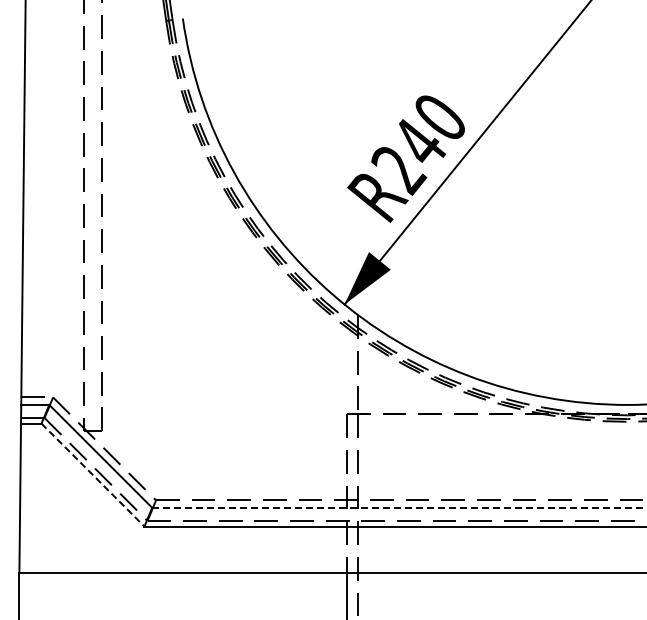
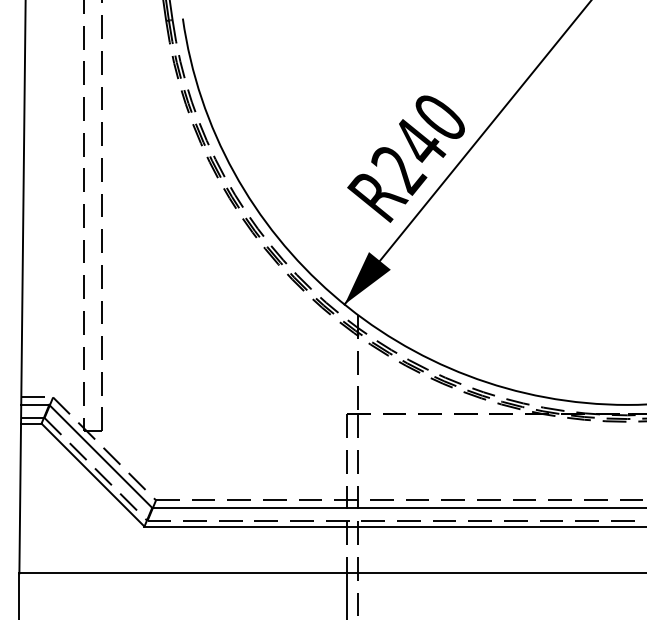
line at (93, 475): dashed -> solid
line at (399, 507): dashed -> solid
